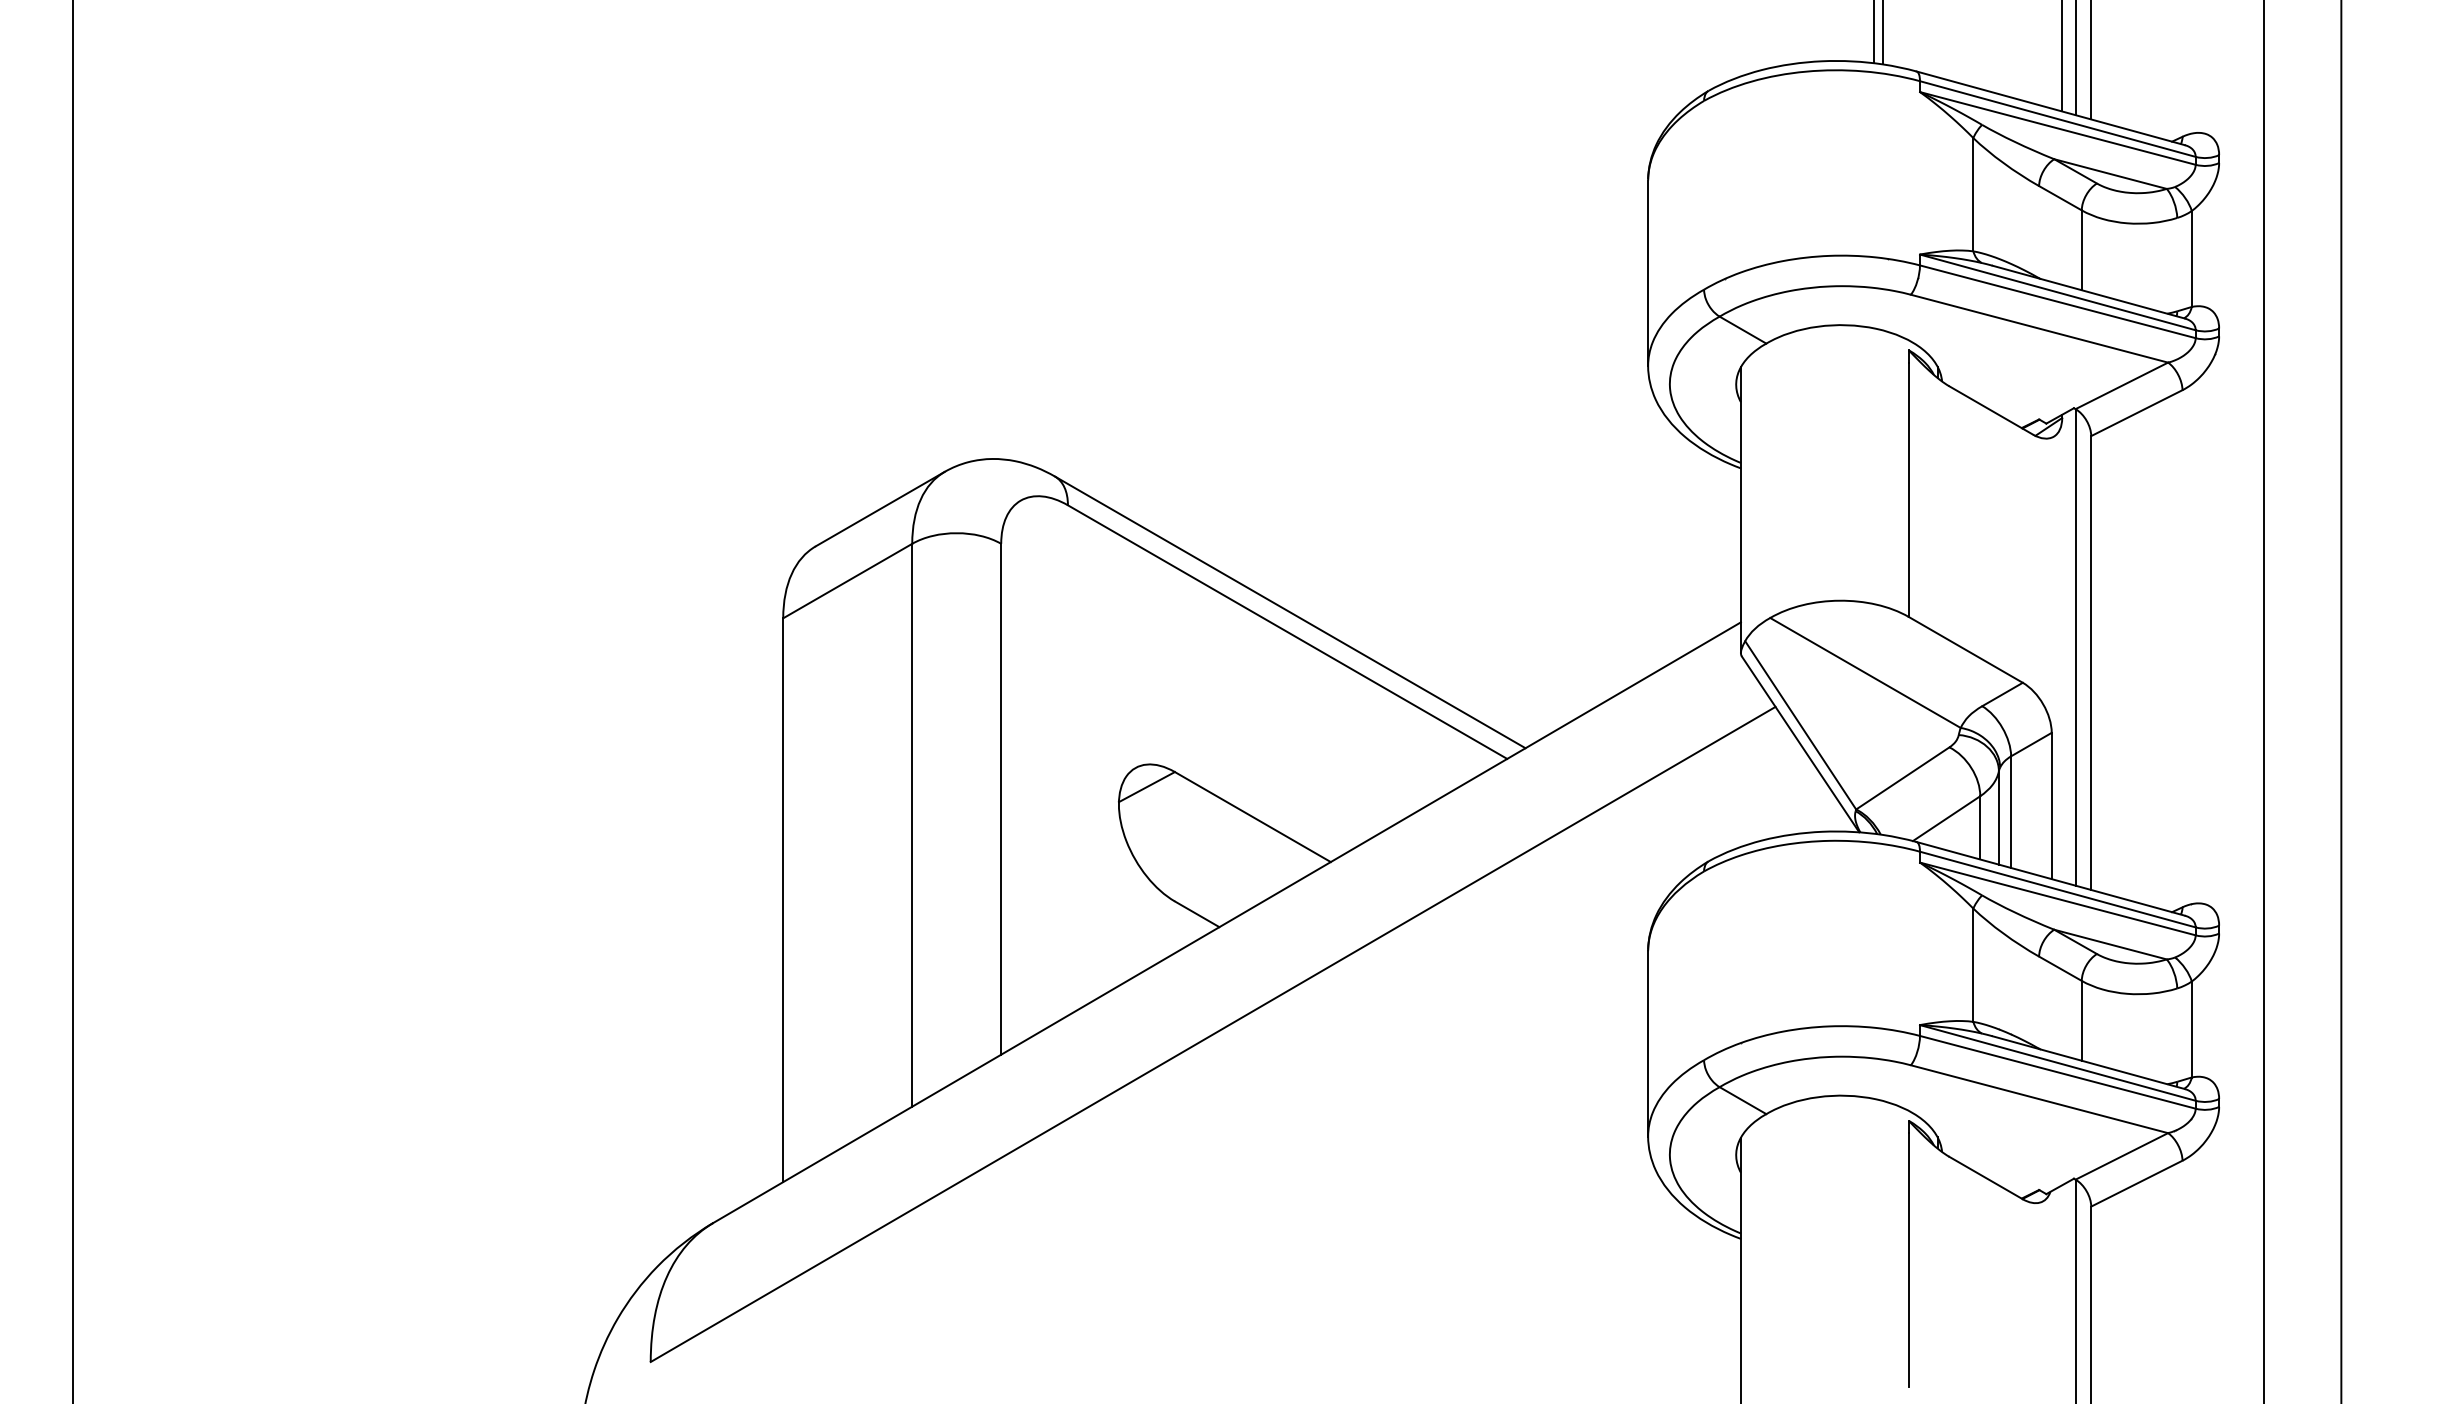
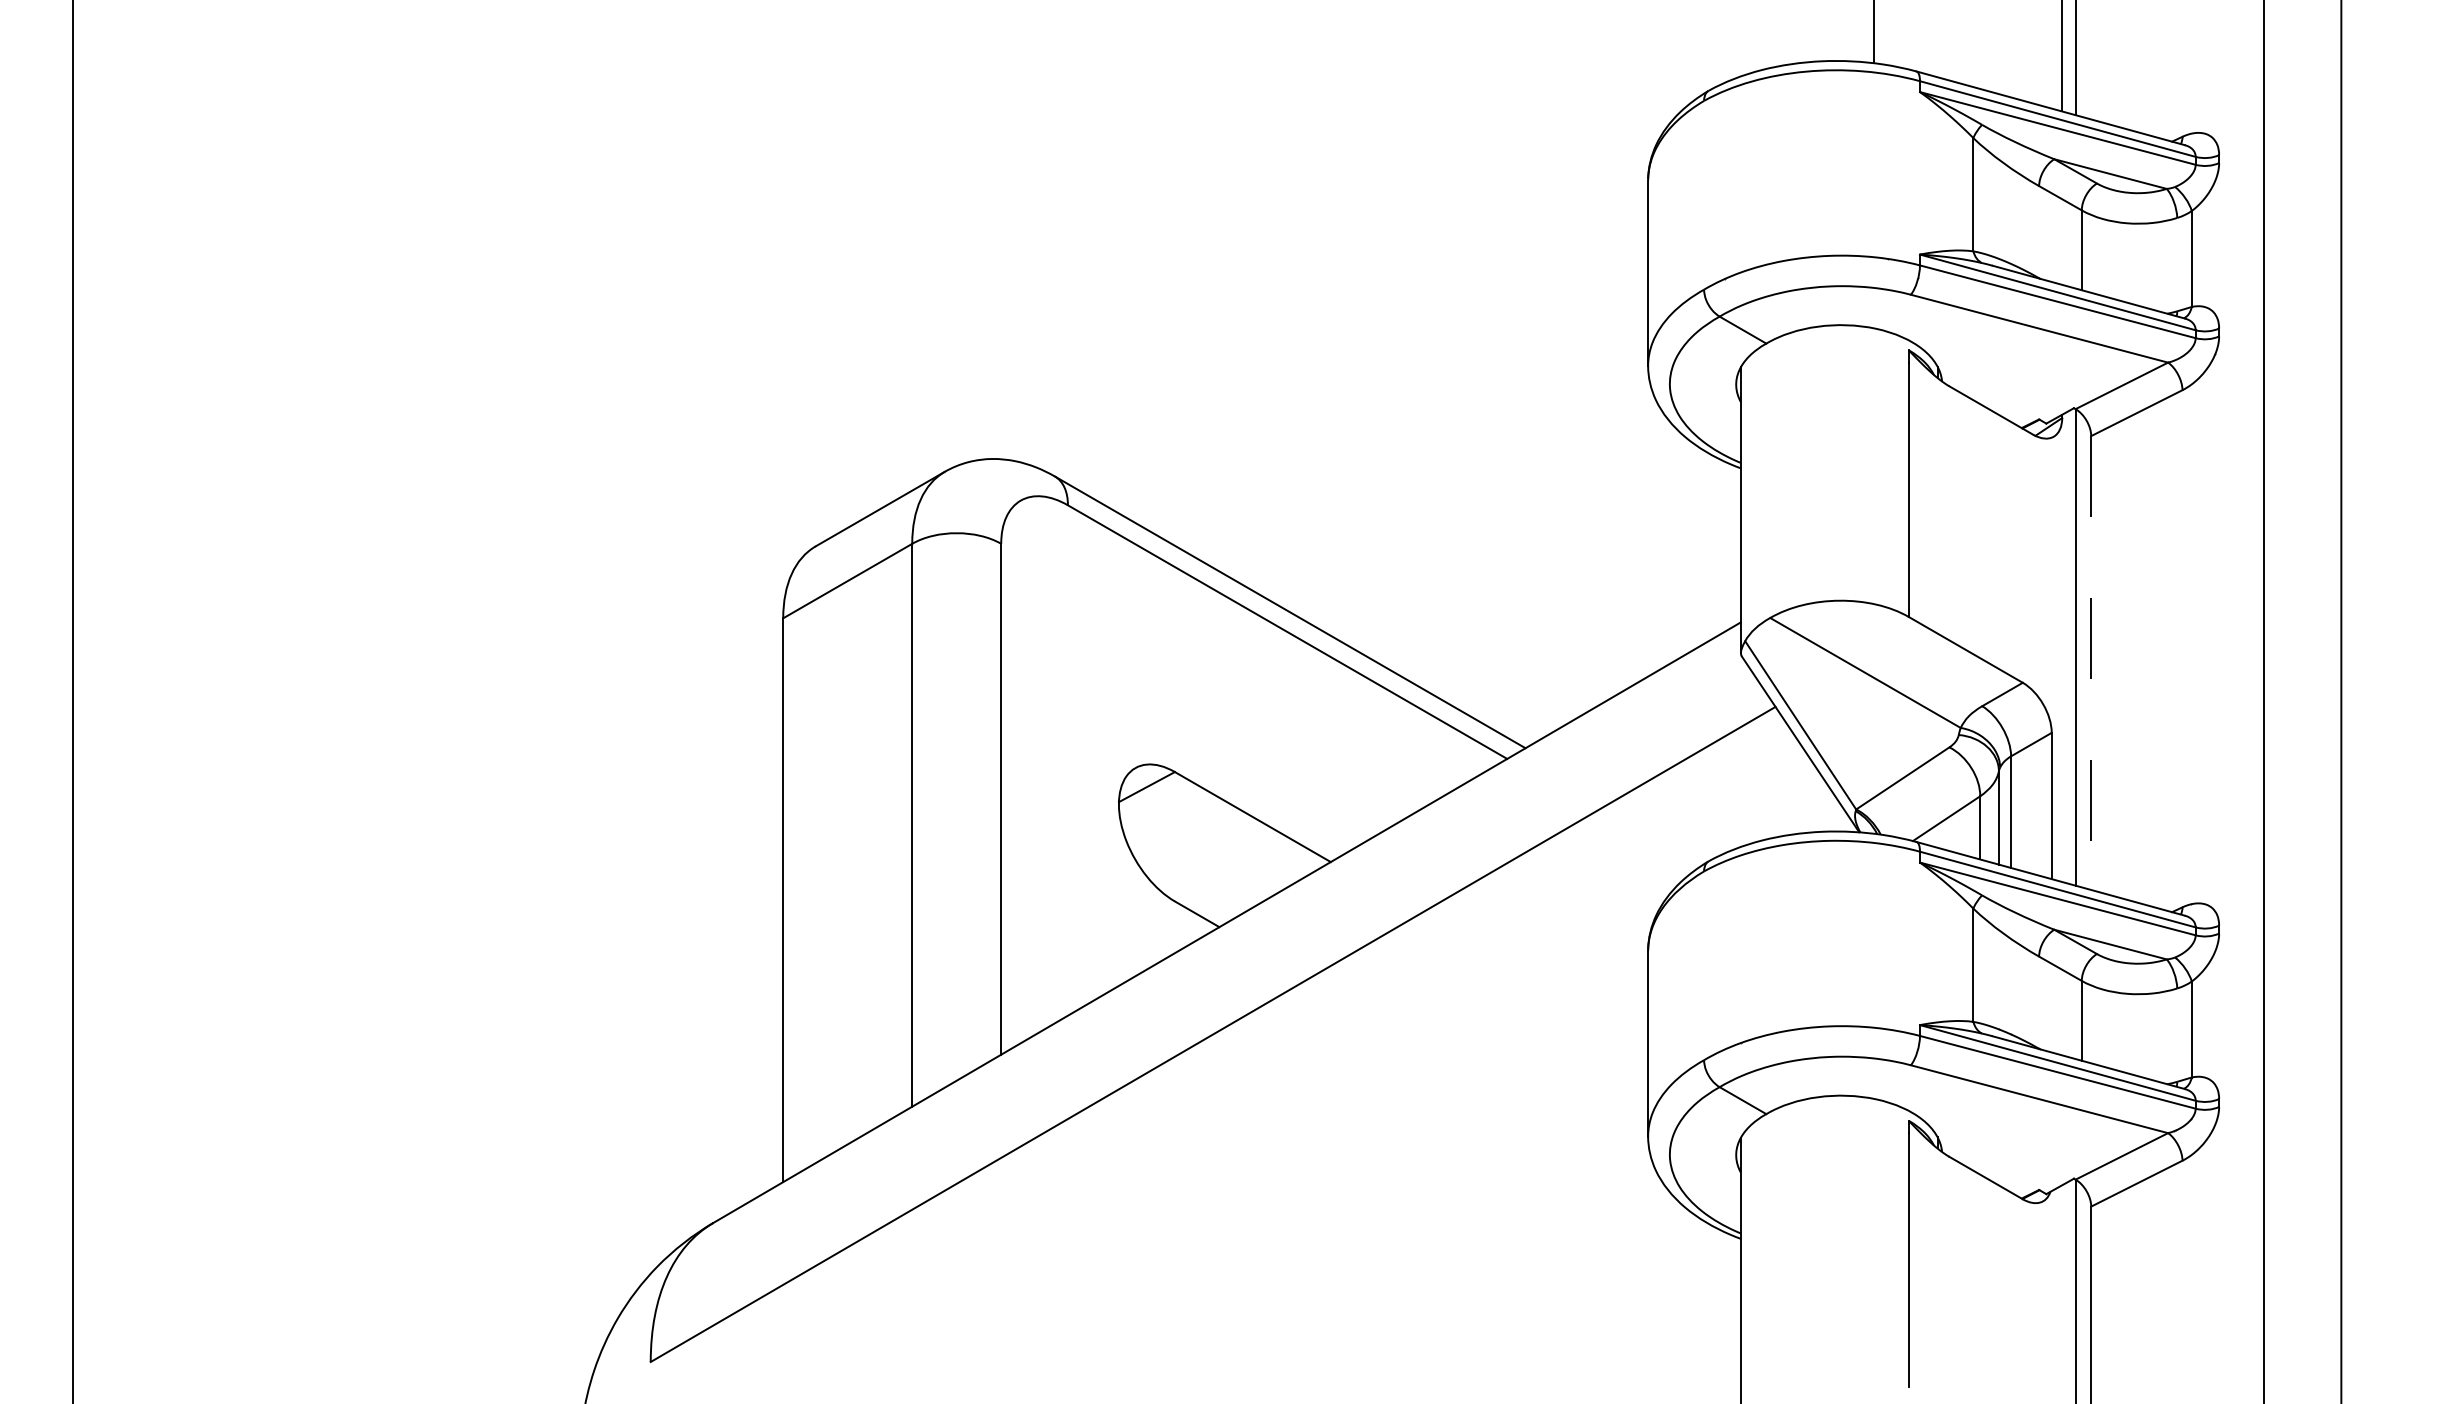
line at (1883, 33): present -> none
line at (2091, 60): present -> none
line at (2091, 663): solid -> dashed
